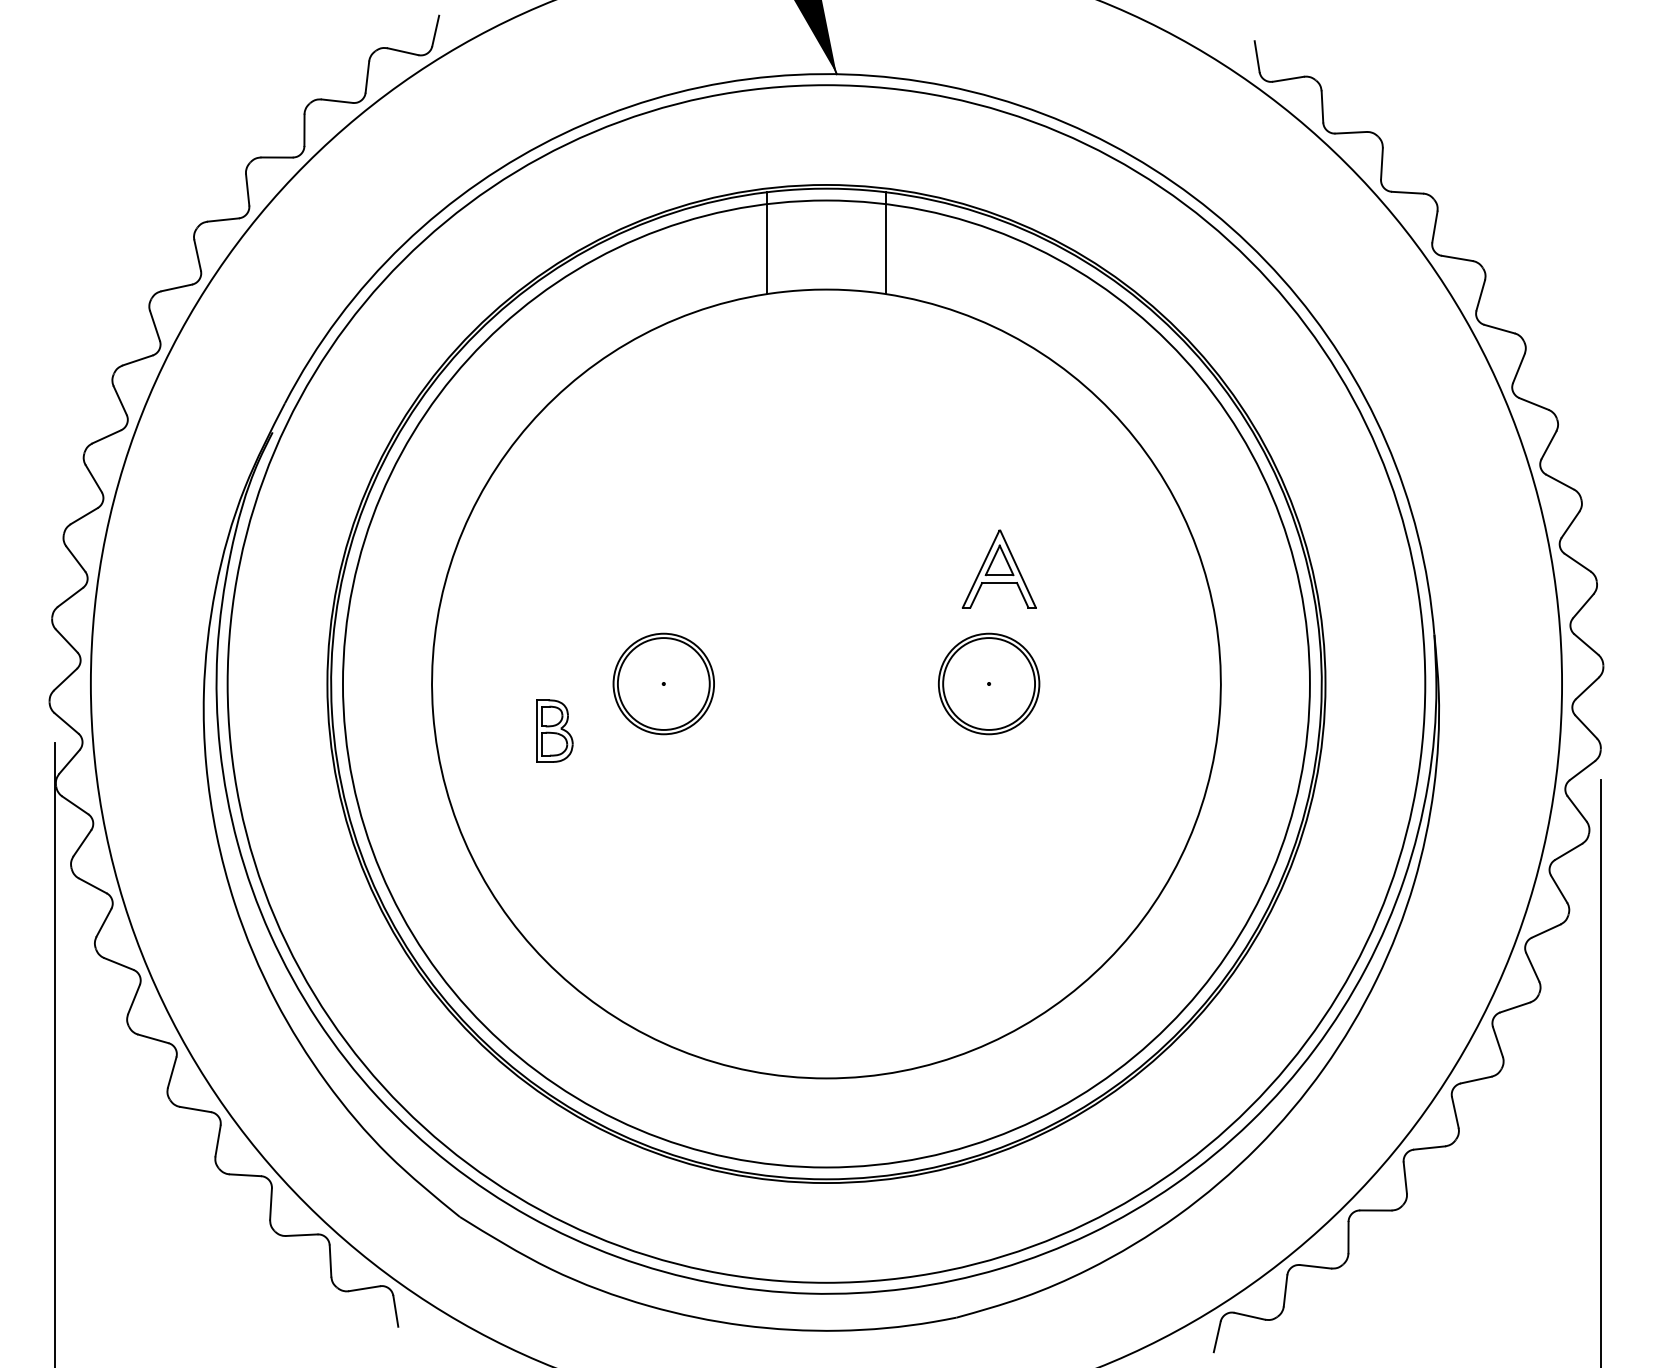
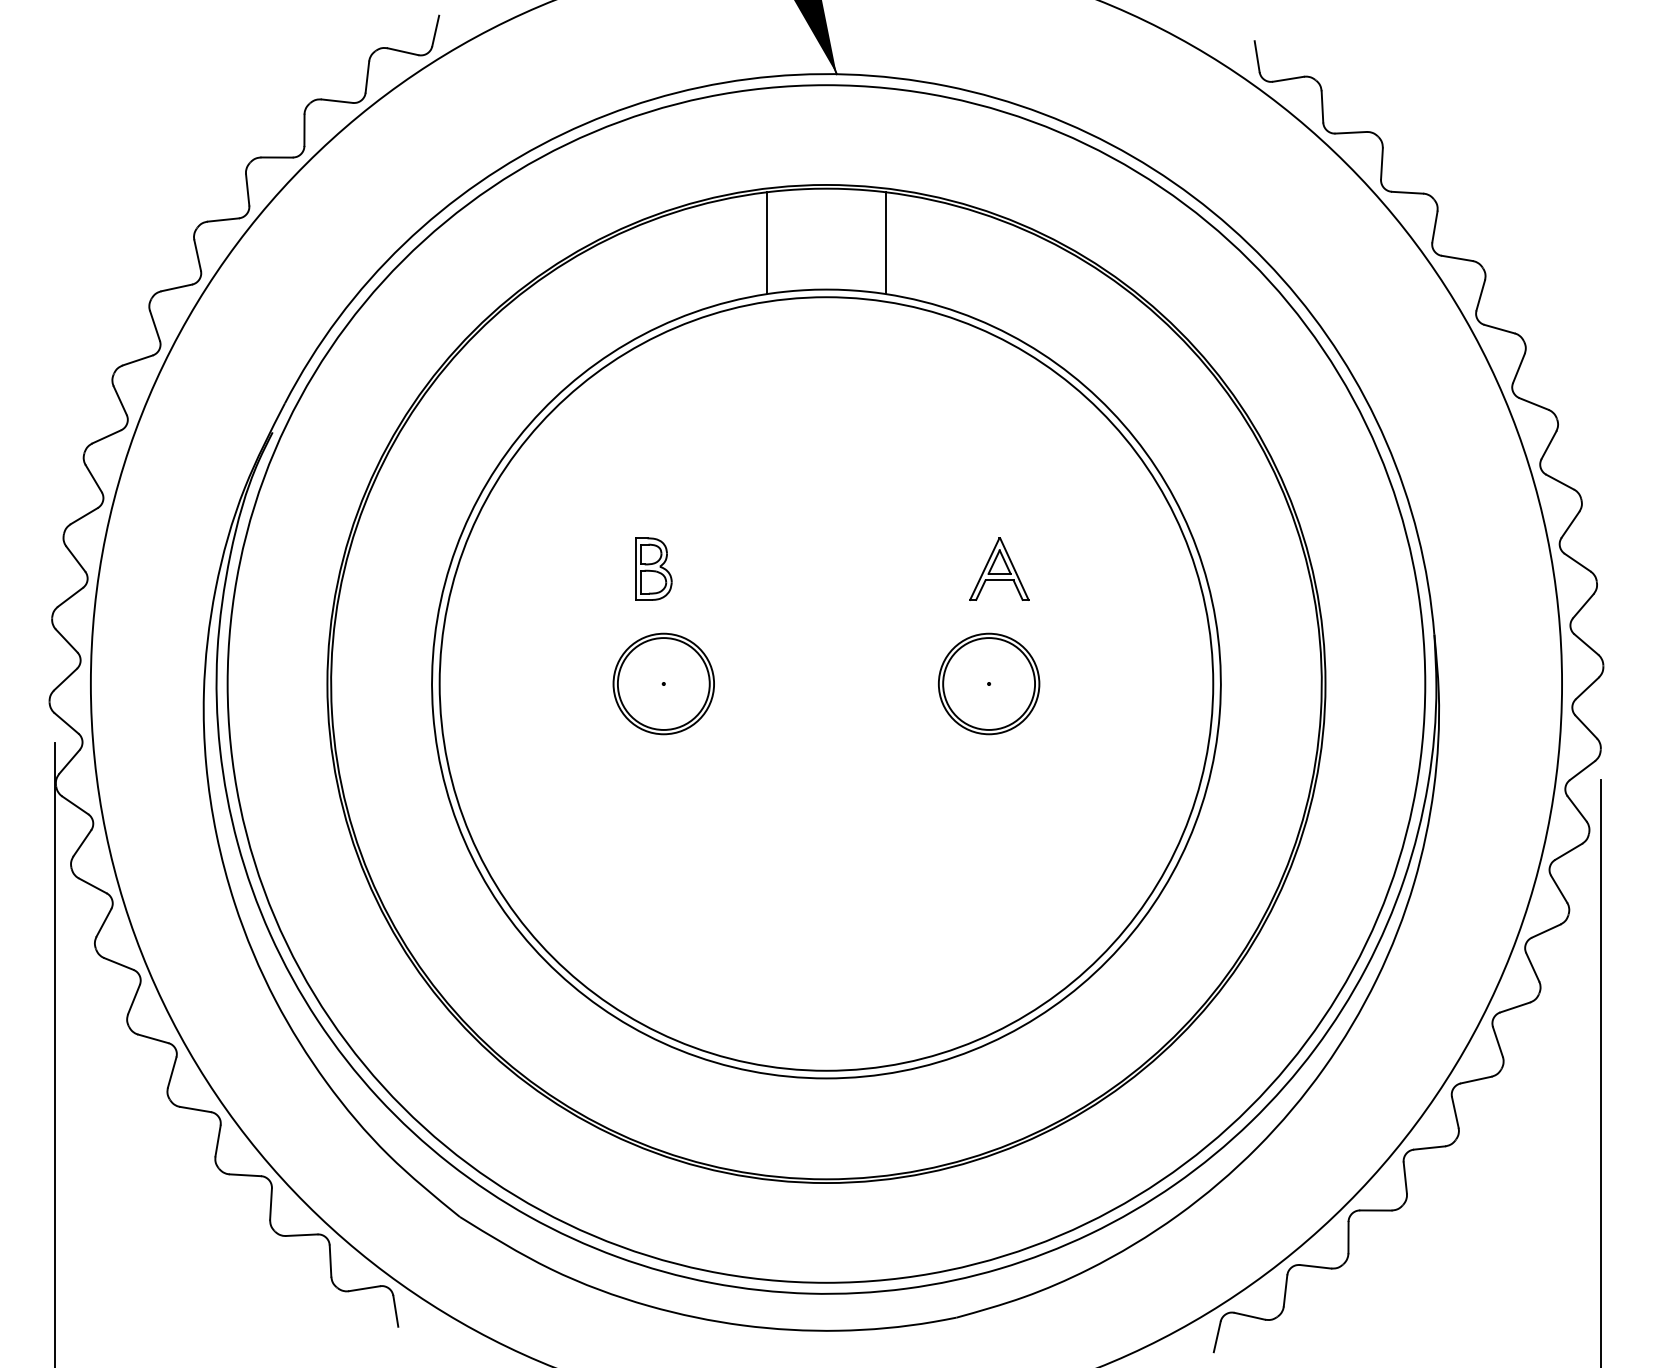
part at (998, 568) size: 76x80 px -> 61x64 px
circle at (825, 683) diameter: 967 px -> 774 px
part at (554, 730) position: (554, 730) -> (653, 568)
